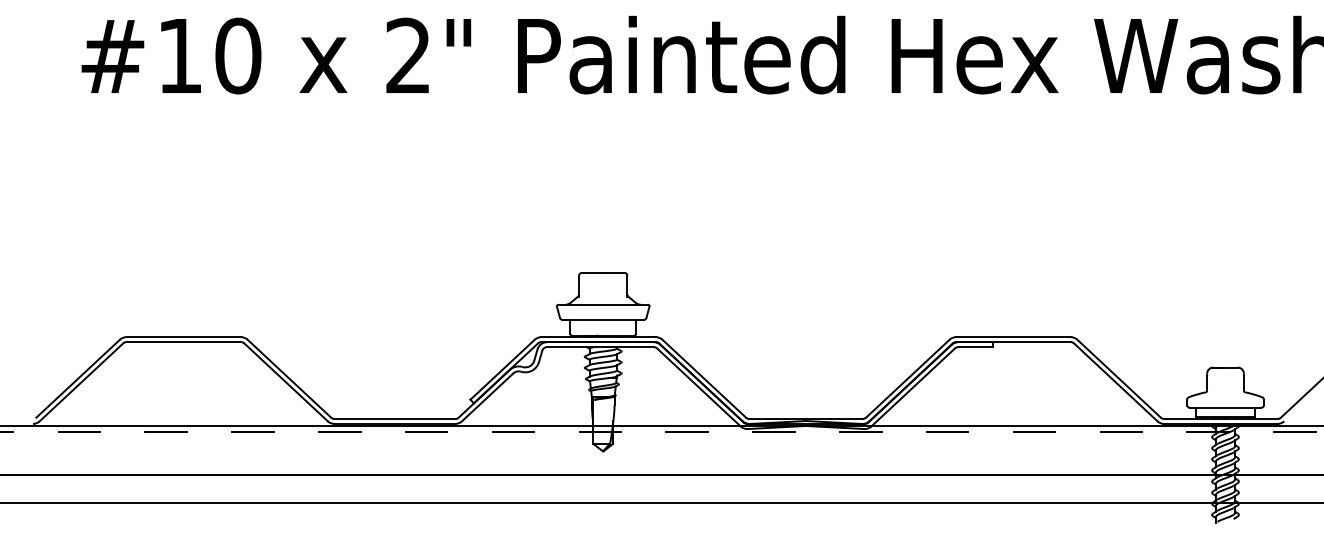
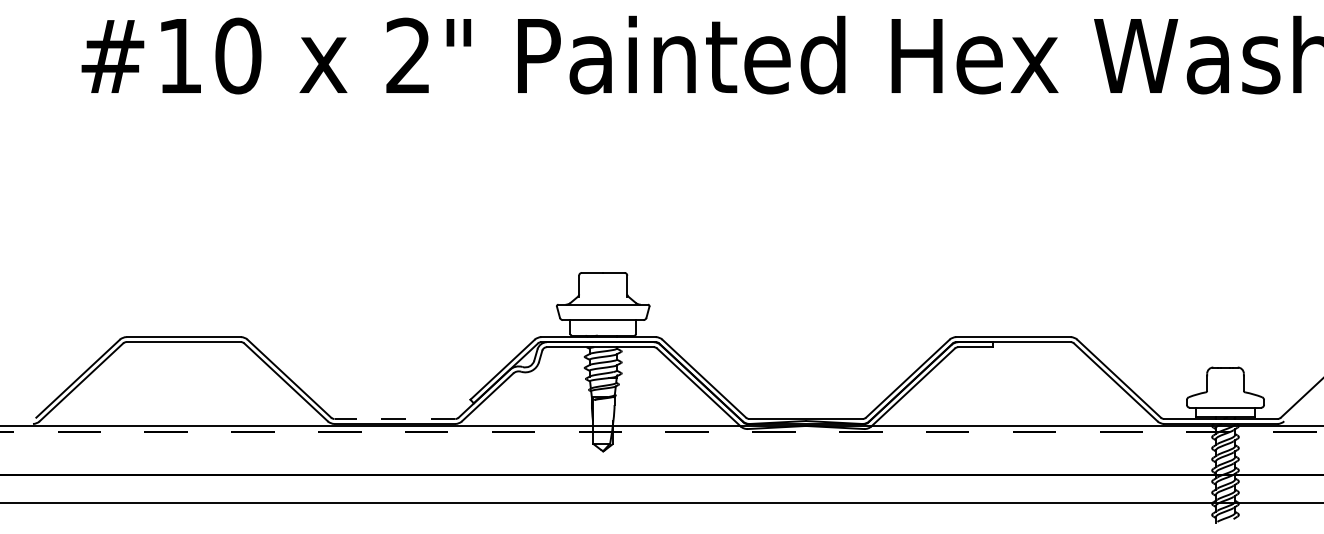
line at (394, 419): solid -> dashed
